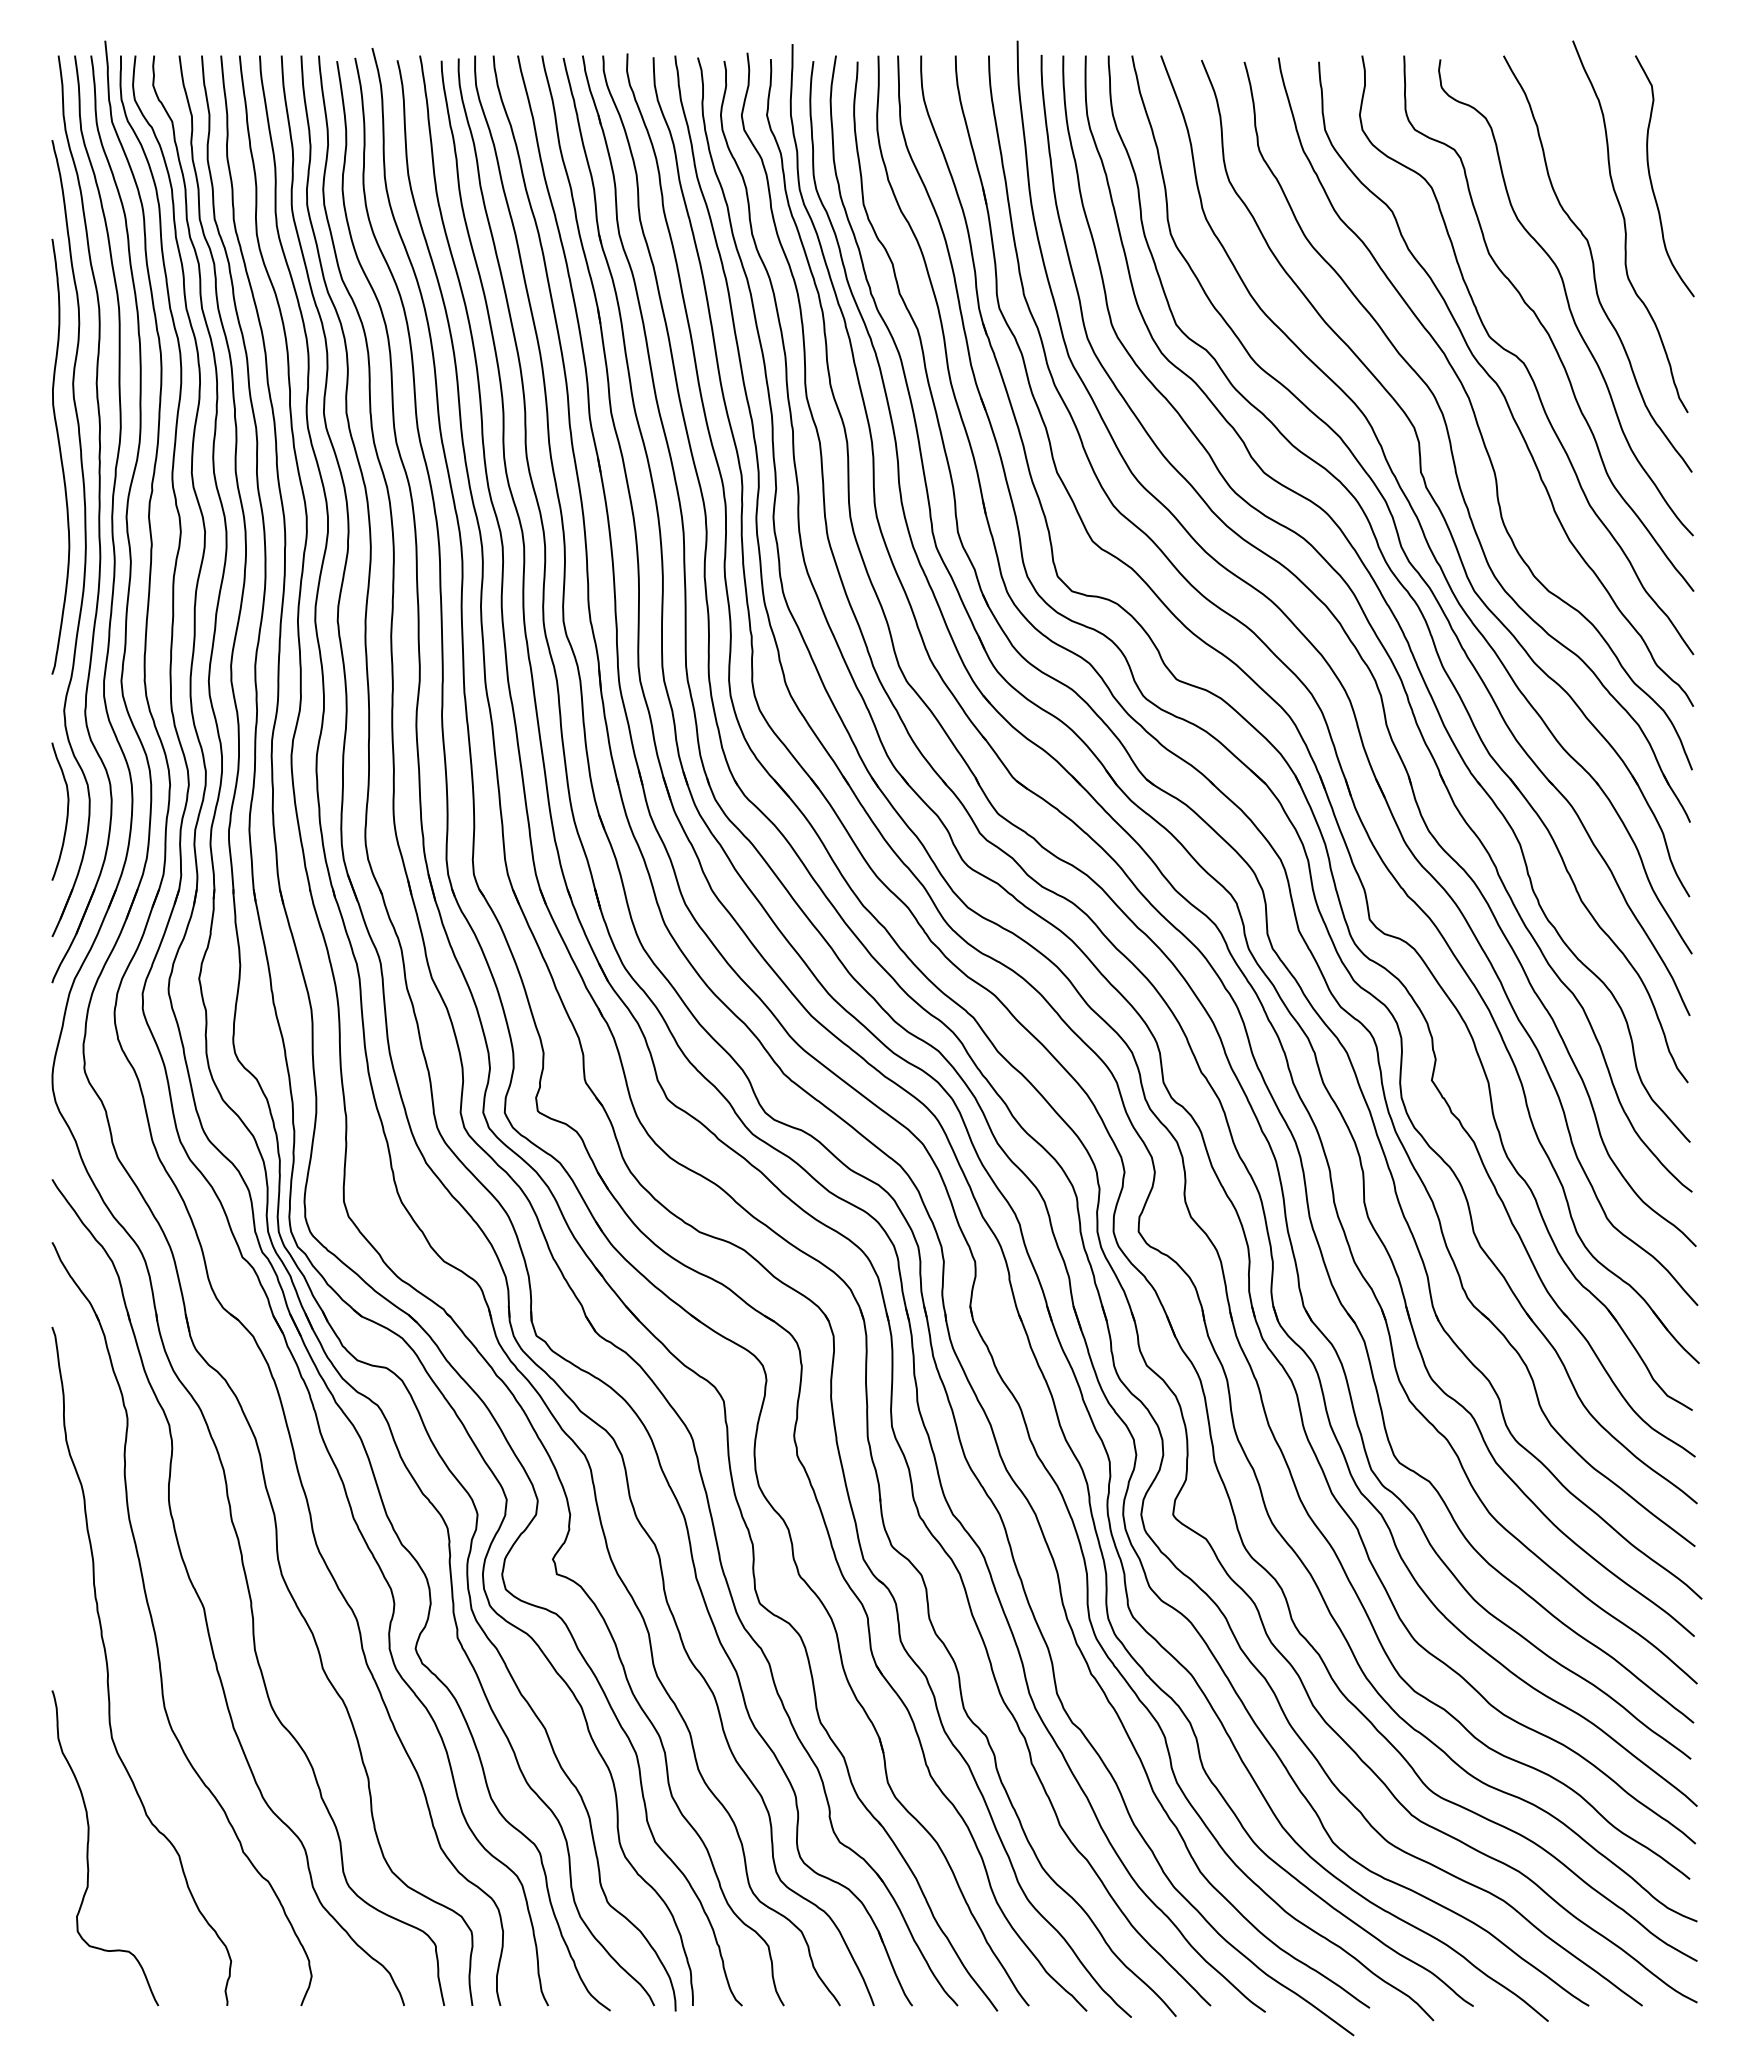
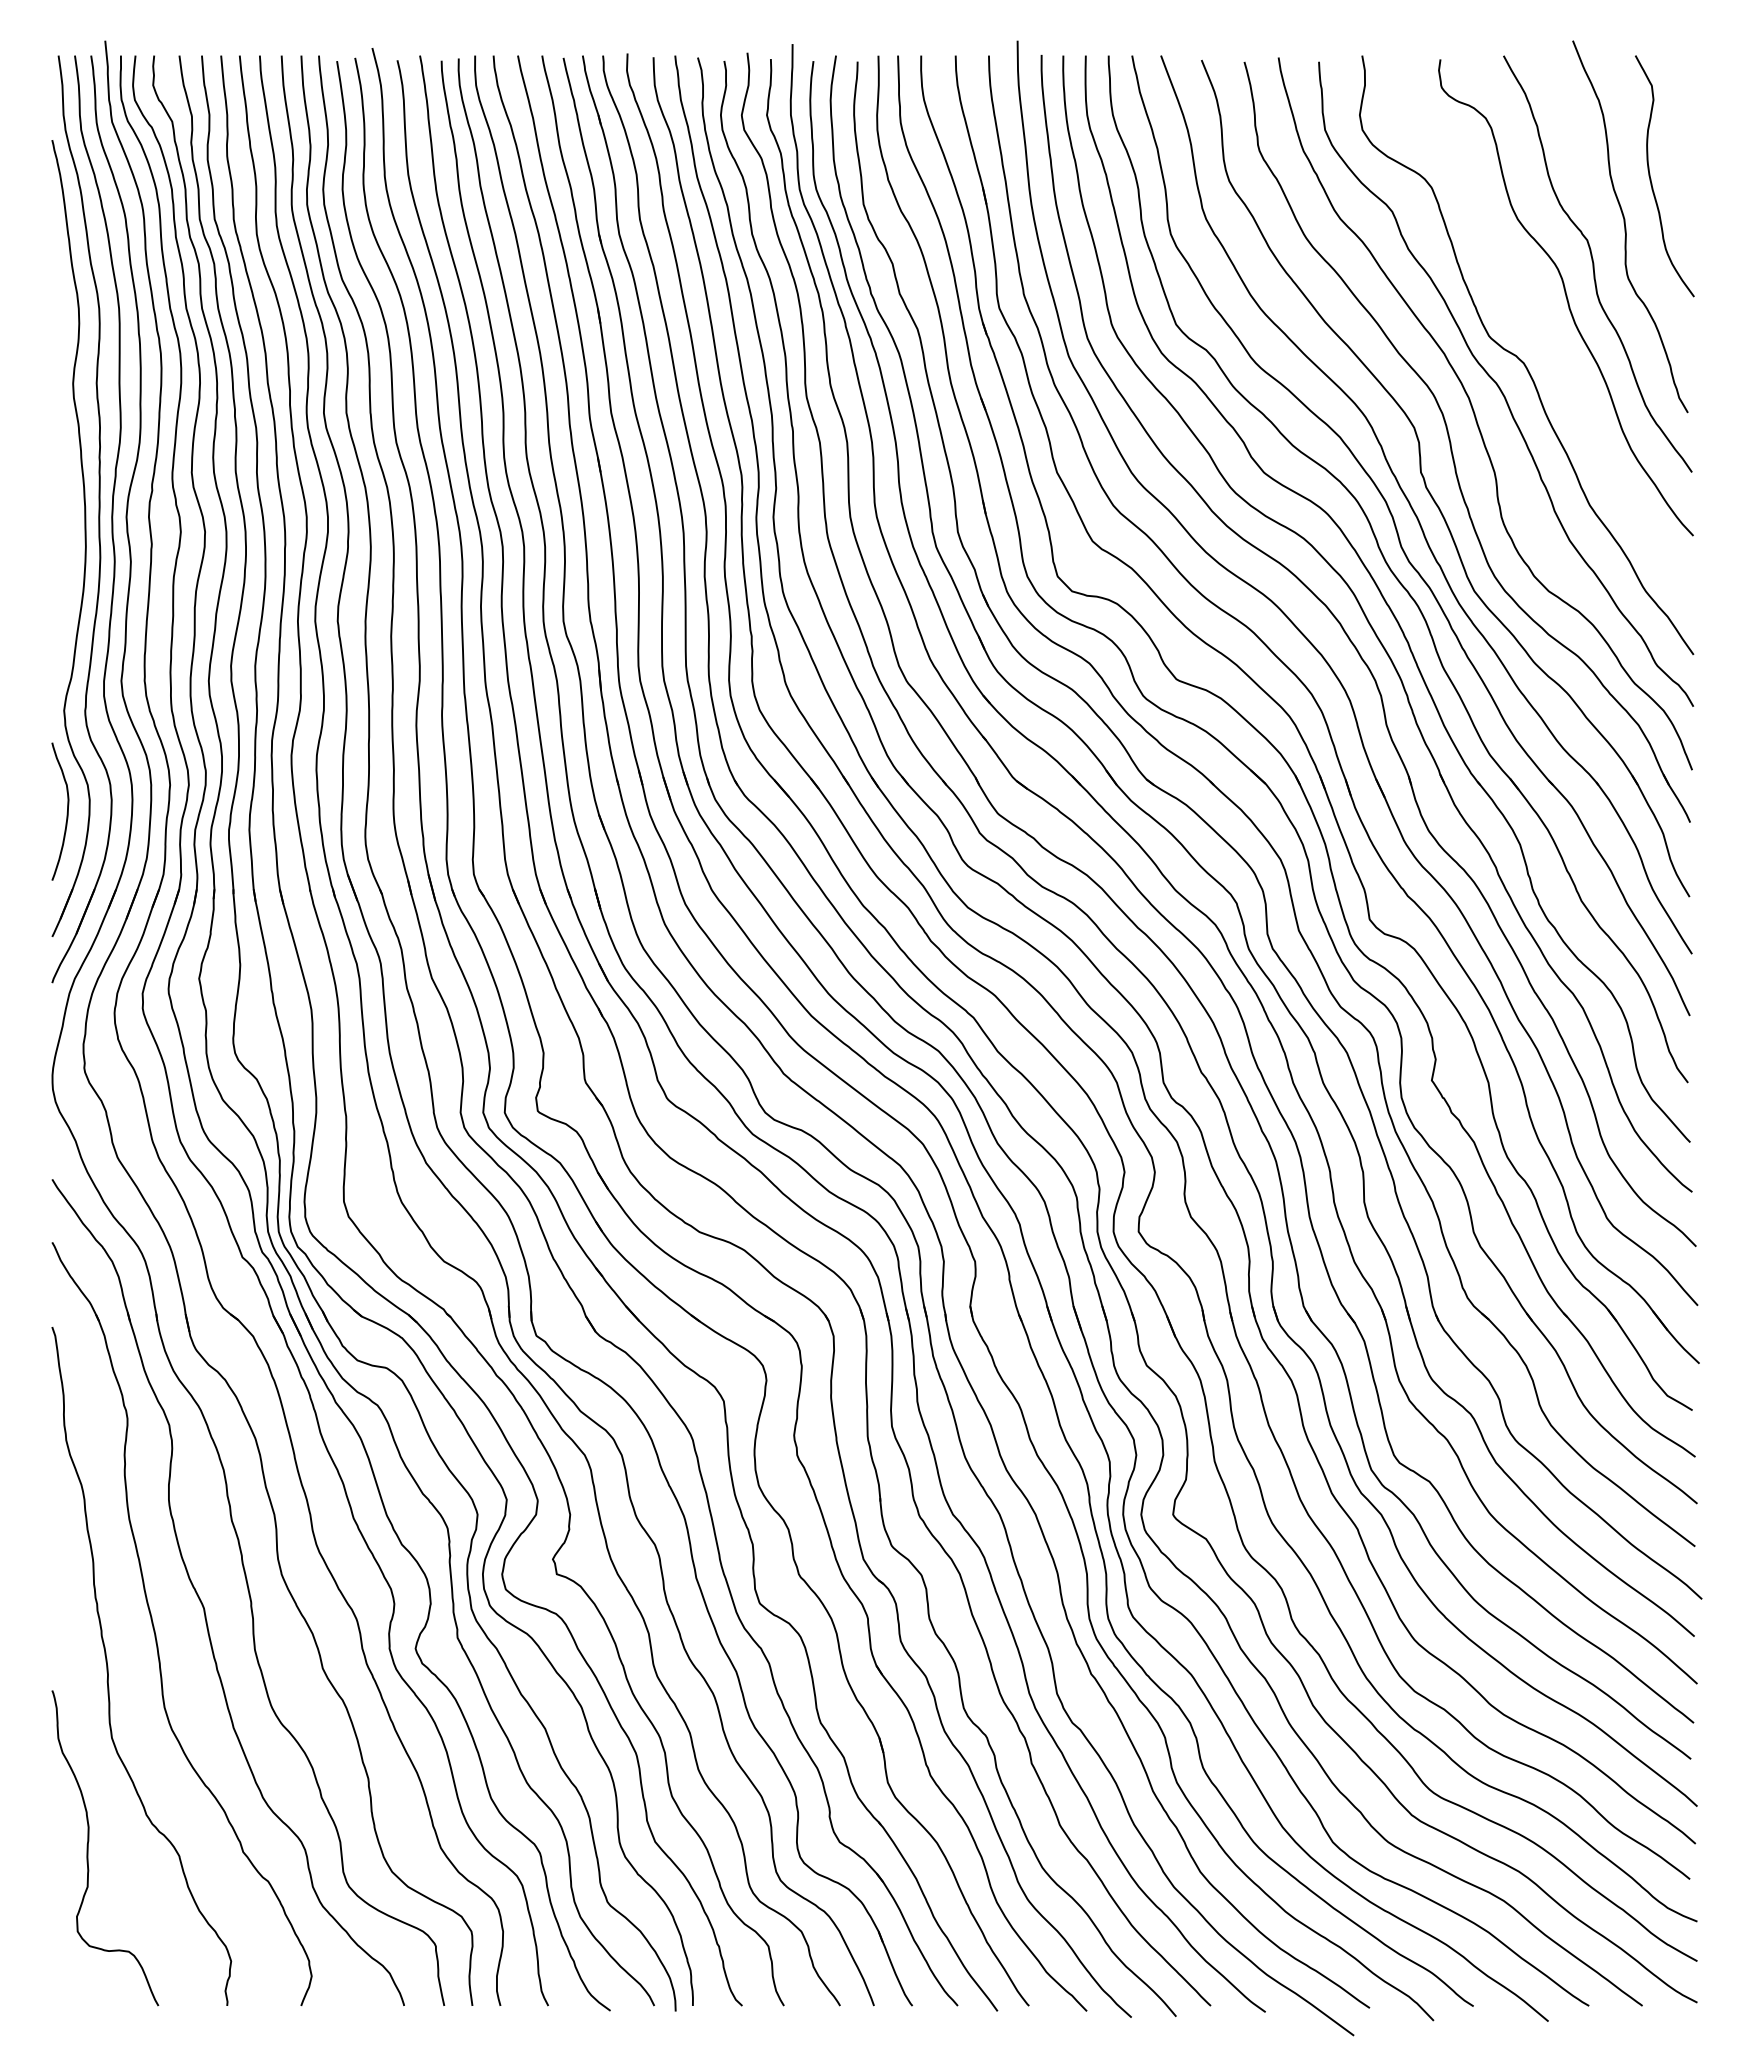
curve at (1544, 326): present -> none
curve at (60, 456): present -> none
